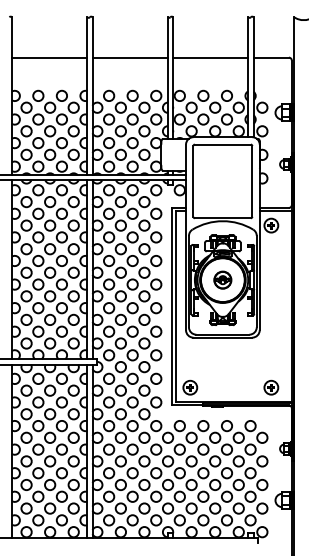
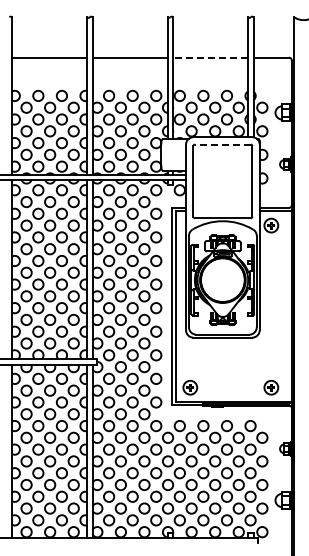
line at (210, 57): solid -> dashed
line at (222, 144): solid -> dashed
part at (222, 279): present -> none
